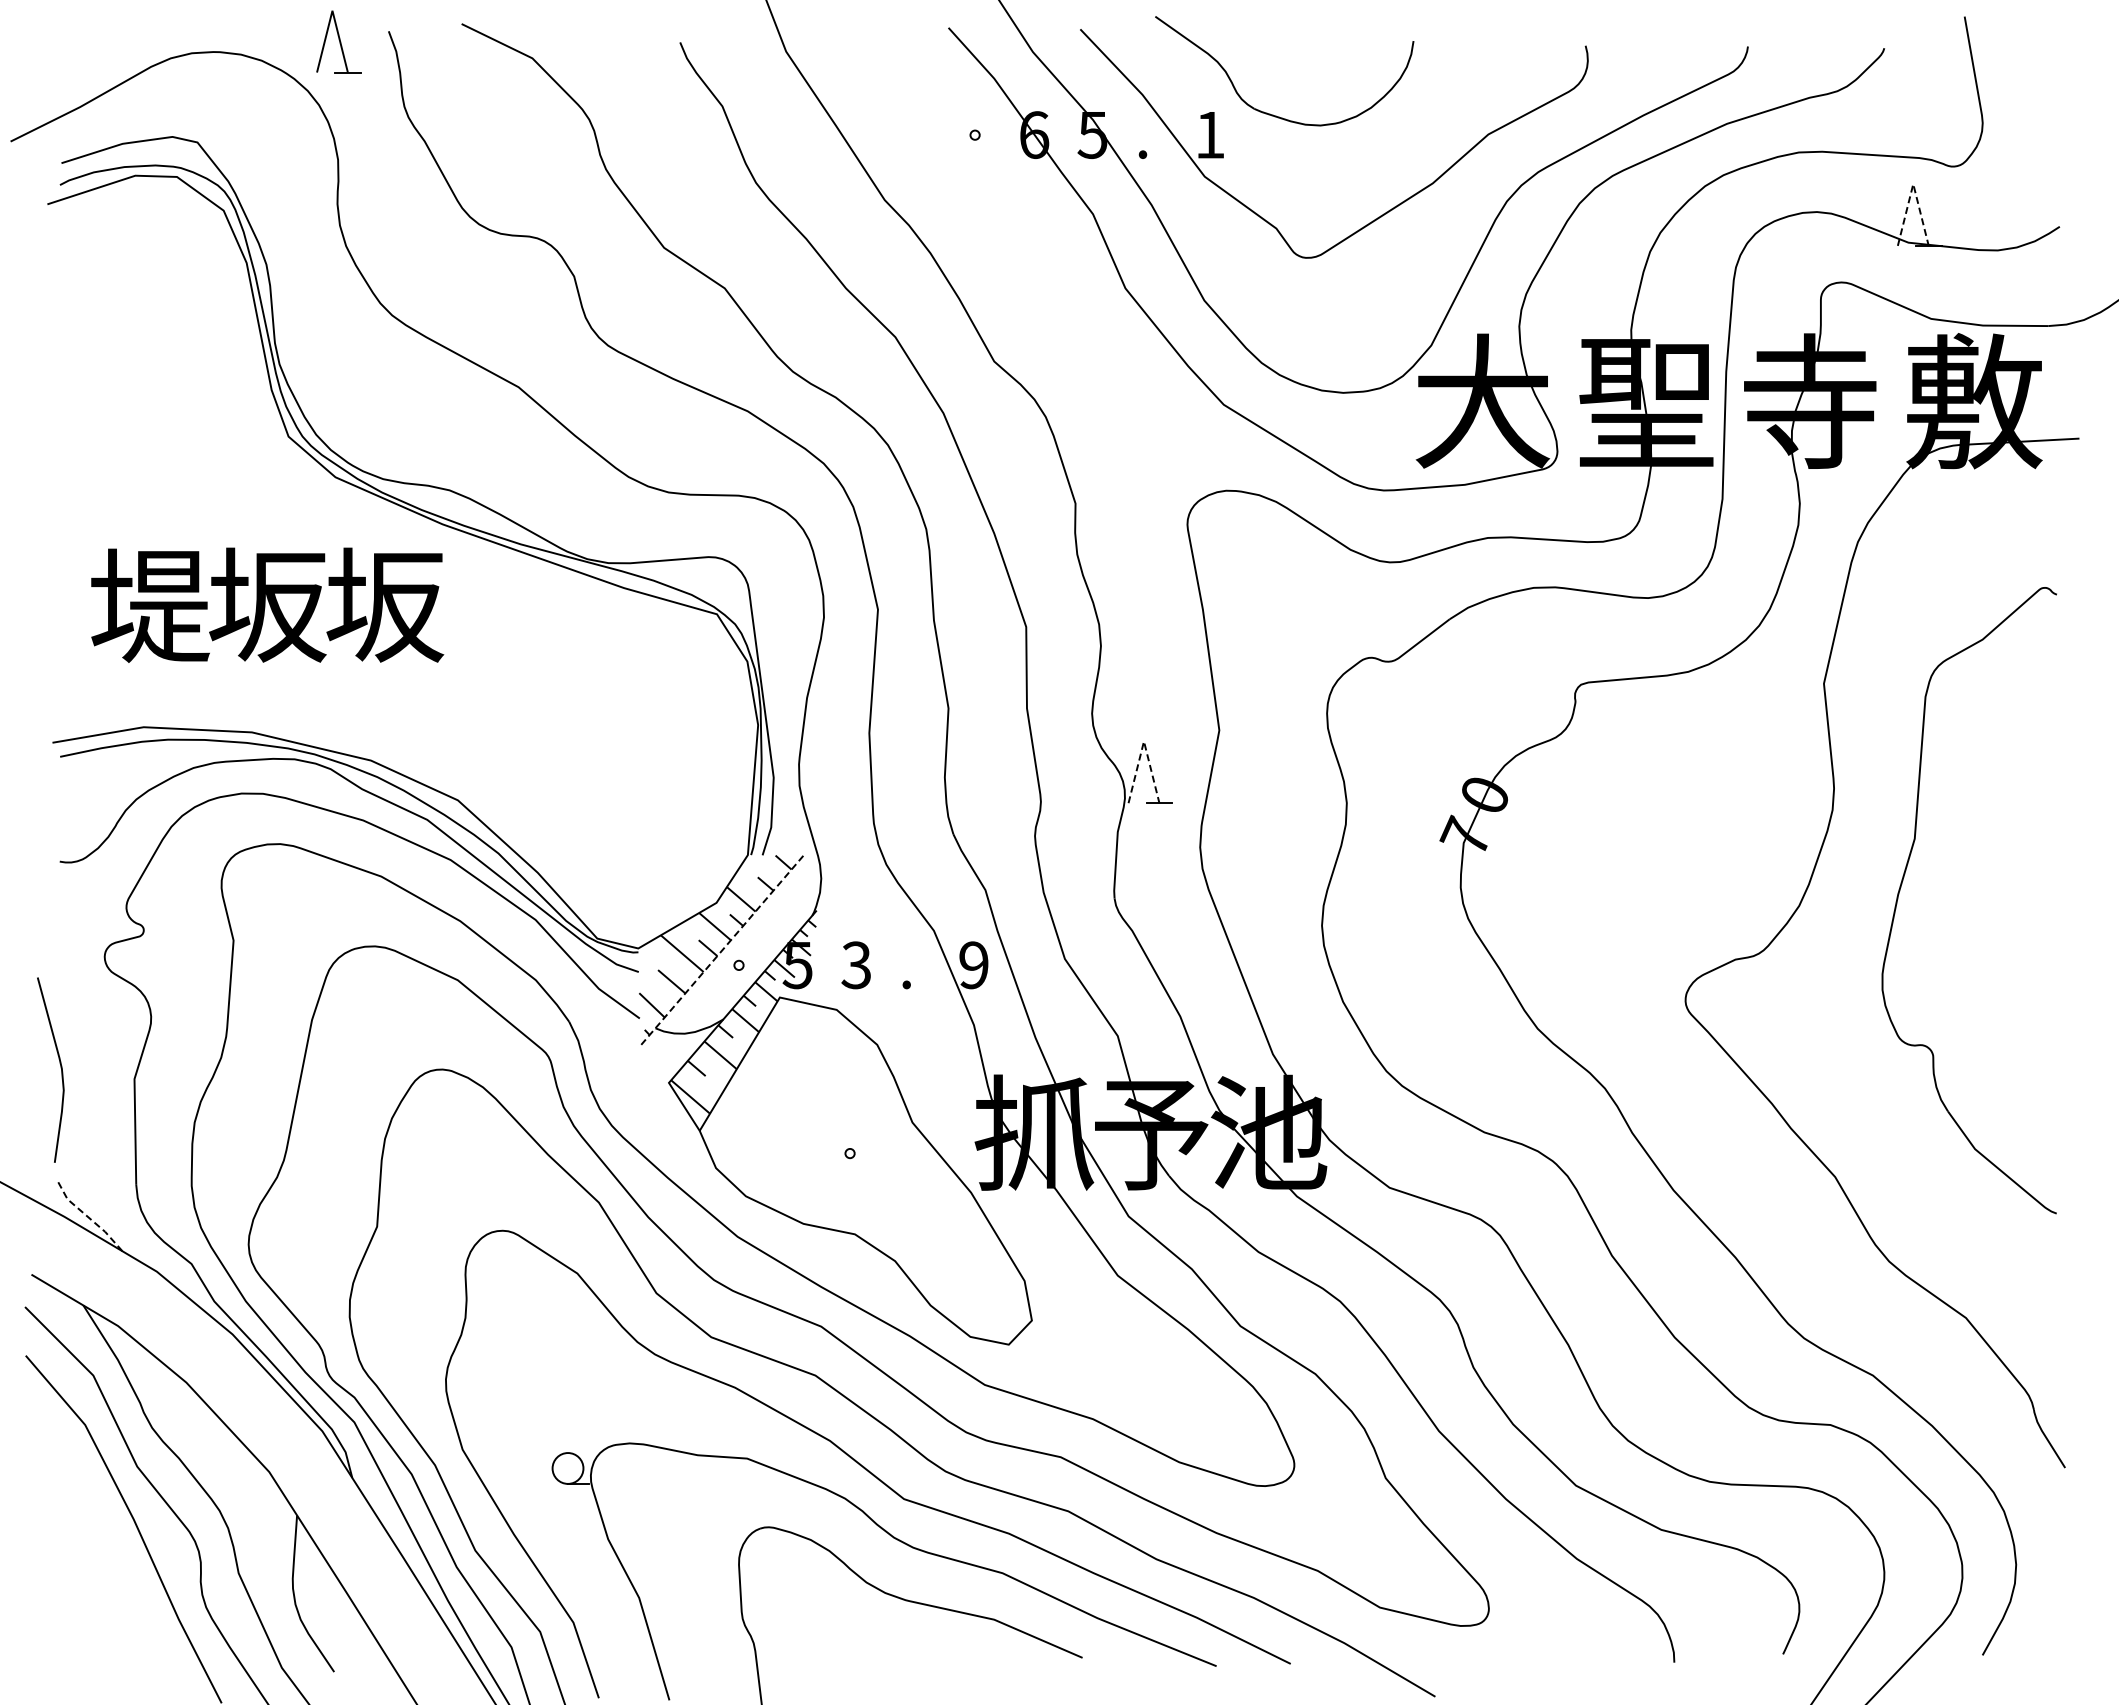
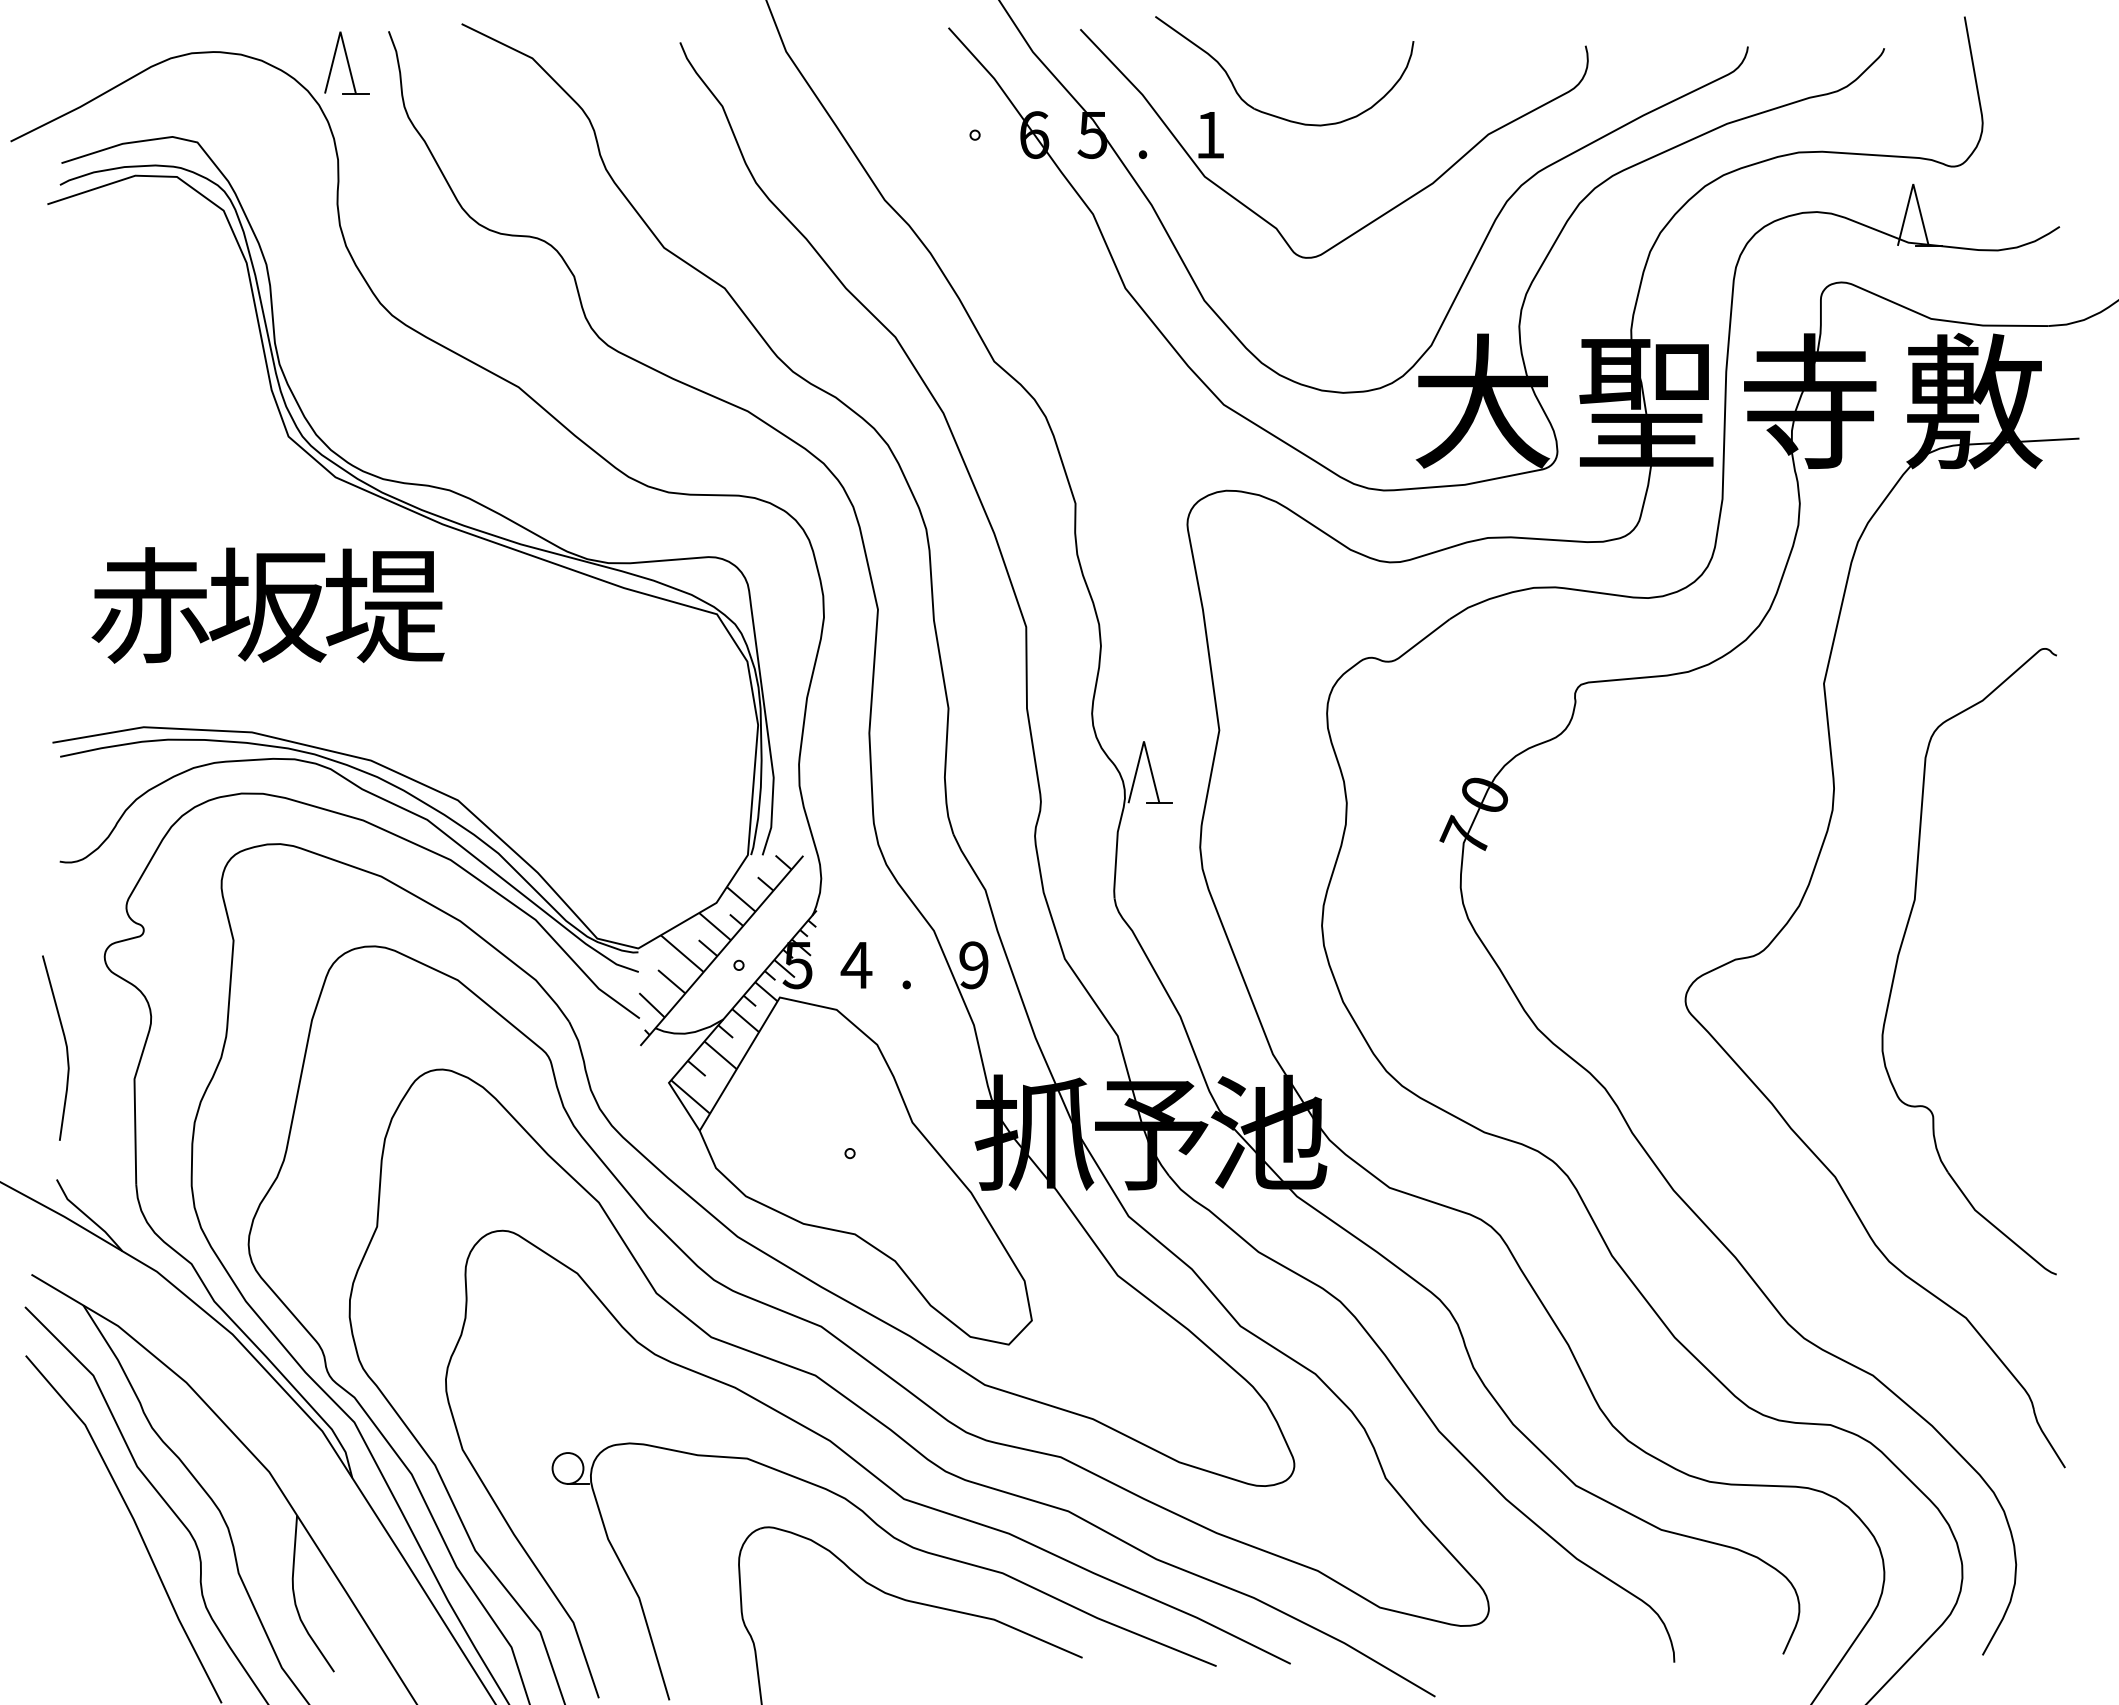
part at (338, 41) position: (338, 41) -> (346, 62)
line at (1913, 184): dashed -> solid
text at (150, 605): 堤 -> 赤
text at (385, 605): 坂 -> 堤
line at (1143, 741): dashed -> solid
part at (1902, 884) position: (1902, 884) -> (1902, 945)
line at (721, 951): dashed -> solid
text at (856, 965): 3 -> 4
curve at (60, 1068) position: (60, 1068) -> (65, 1046)
line at (87, 1216): dashed -> solid
